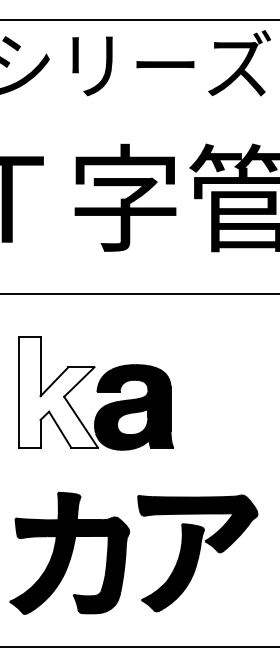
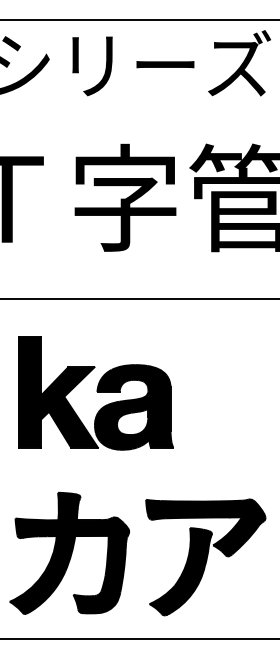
line at (139, 293) position: (139, 293) -> (139, 298)
fill at (57, 391): none -> present
part at (197, 553) position: (197, 553) -> (205, 557)
line at (139, 647) position: (139, 647) -> (139, 639)
